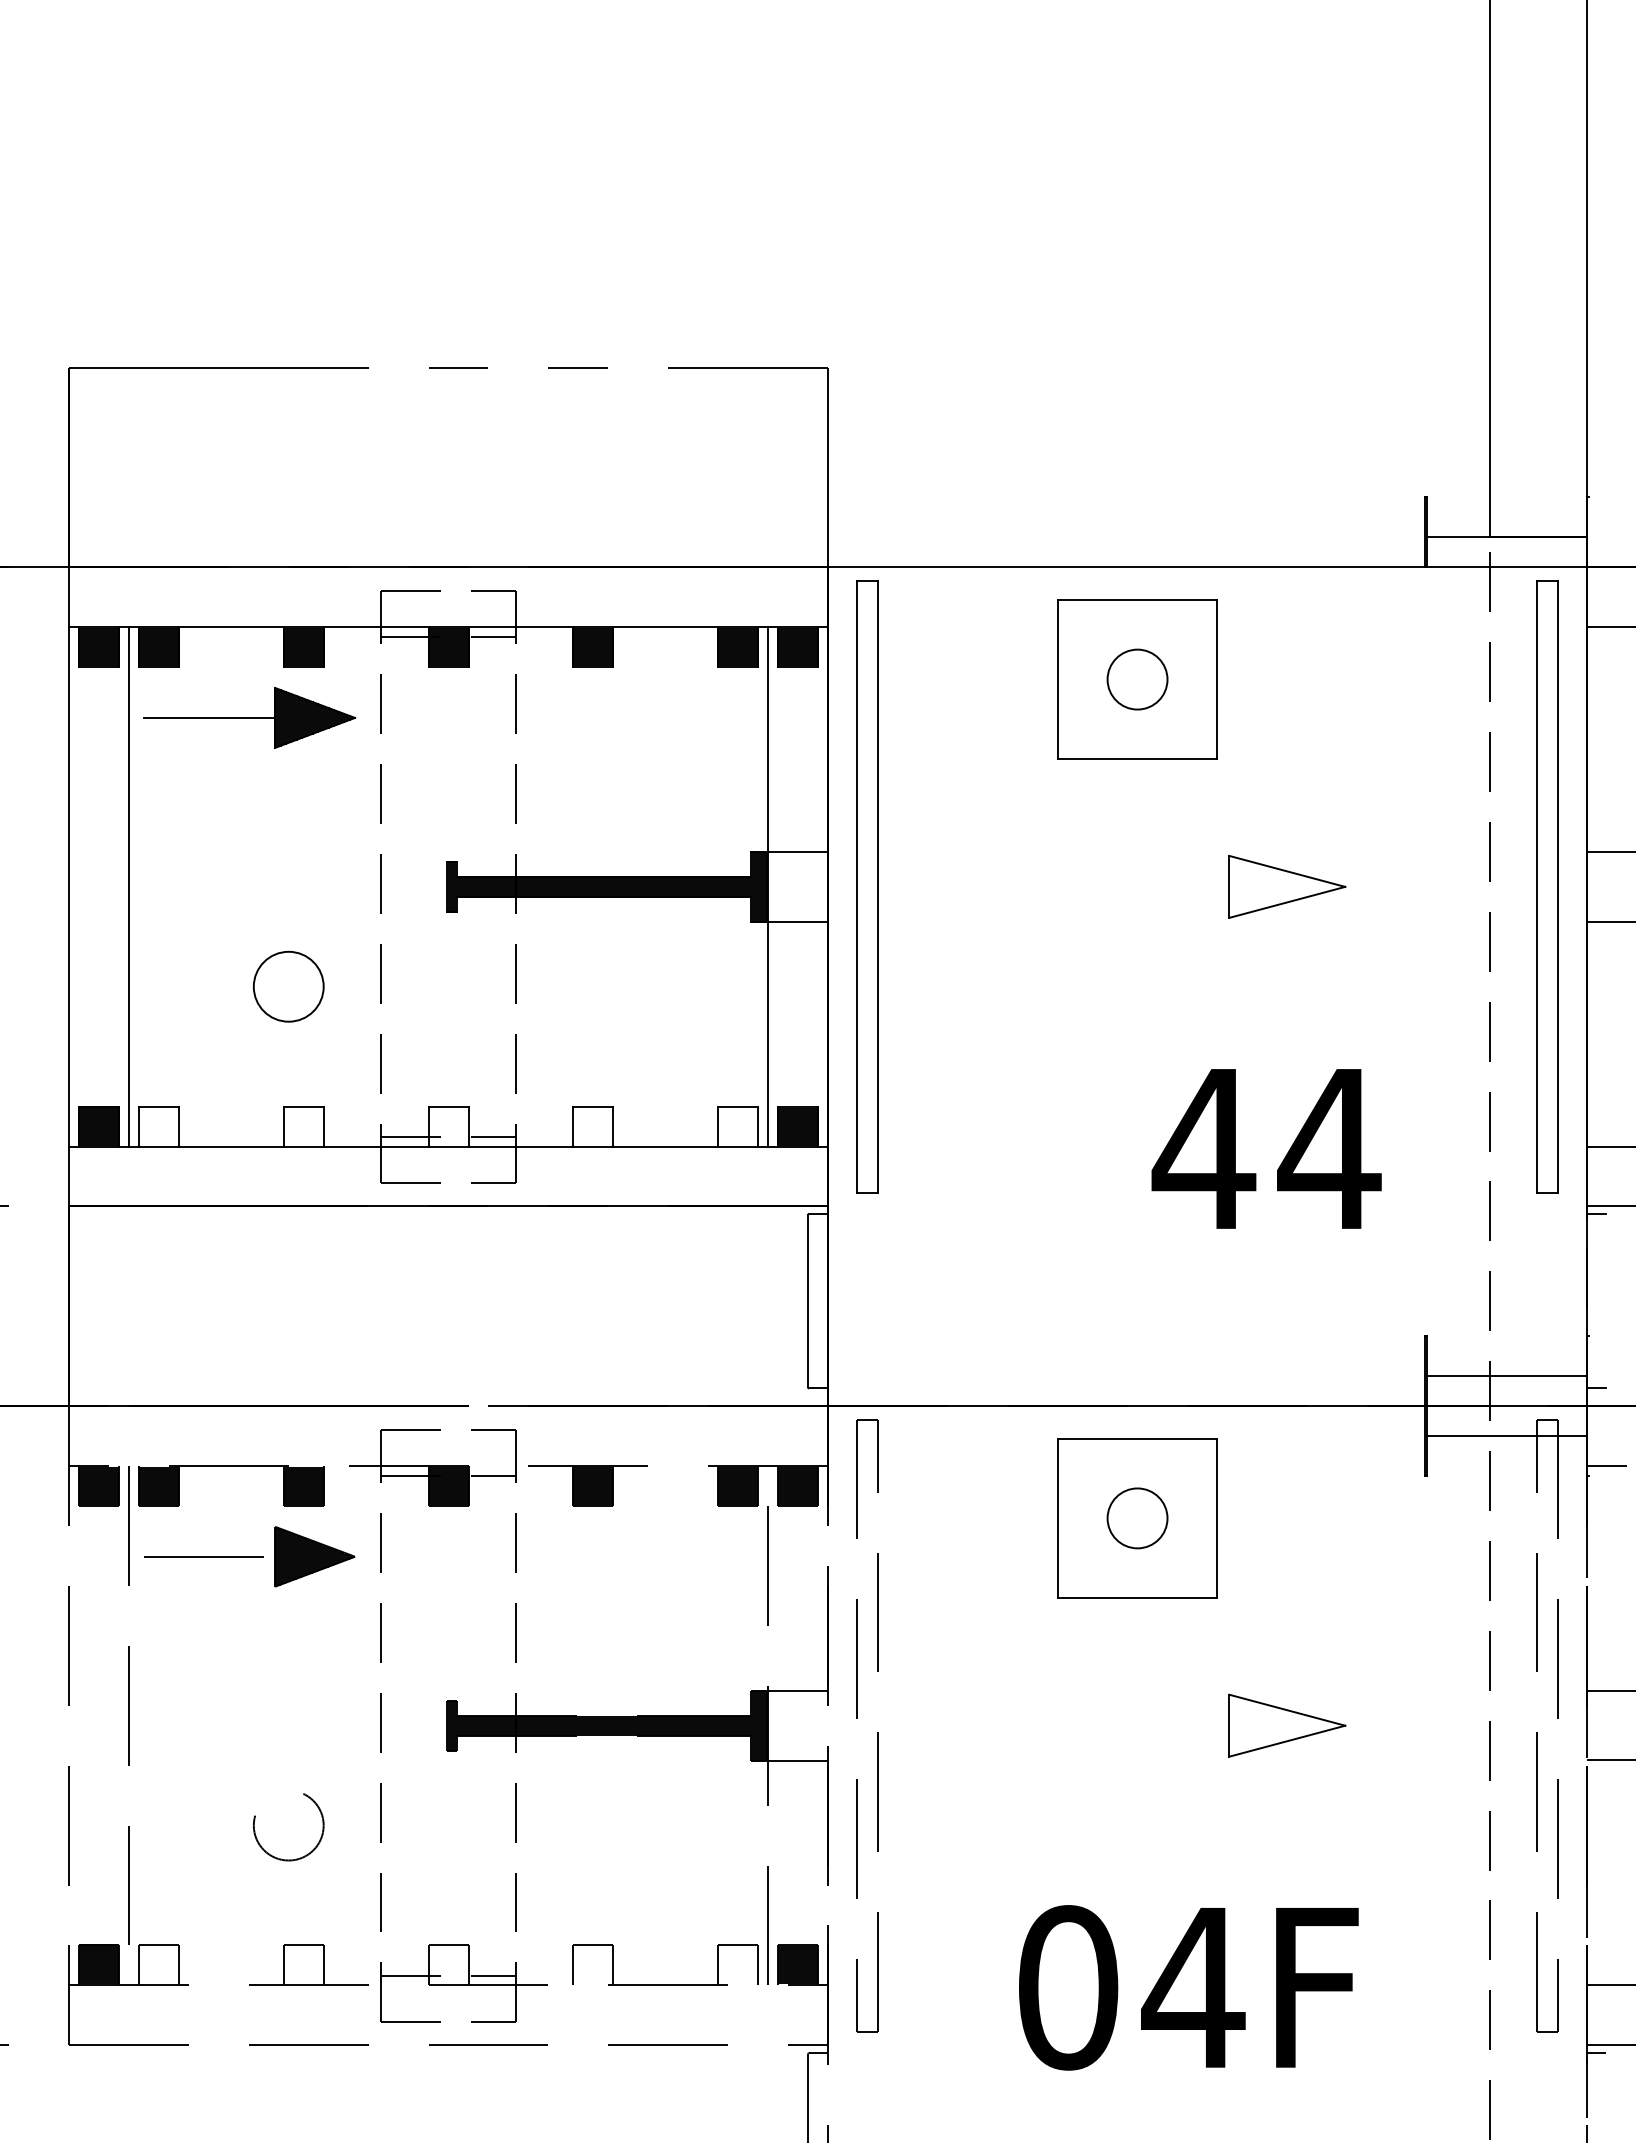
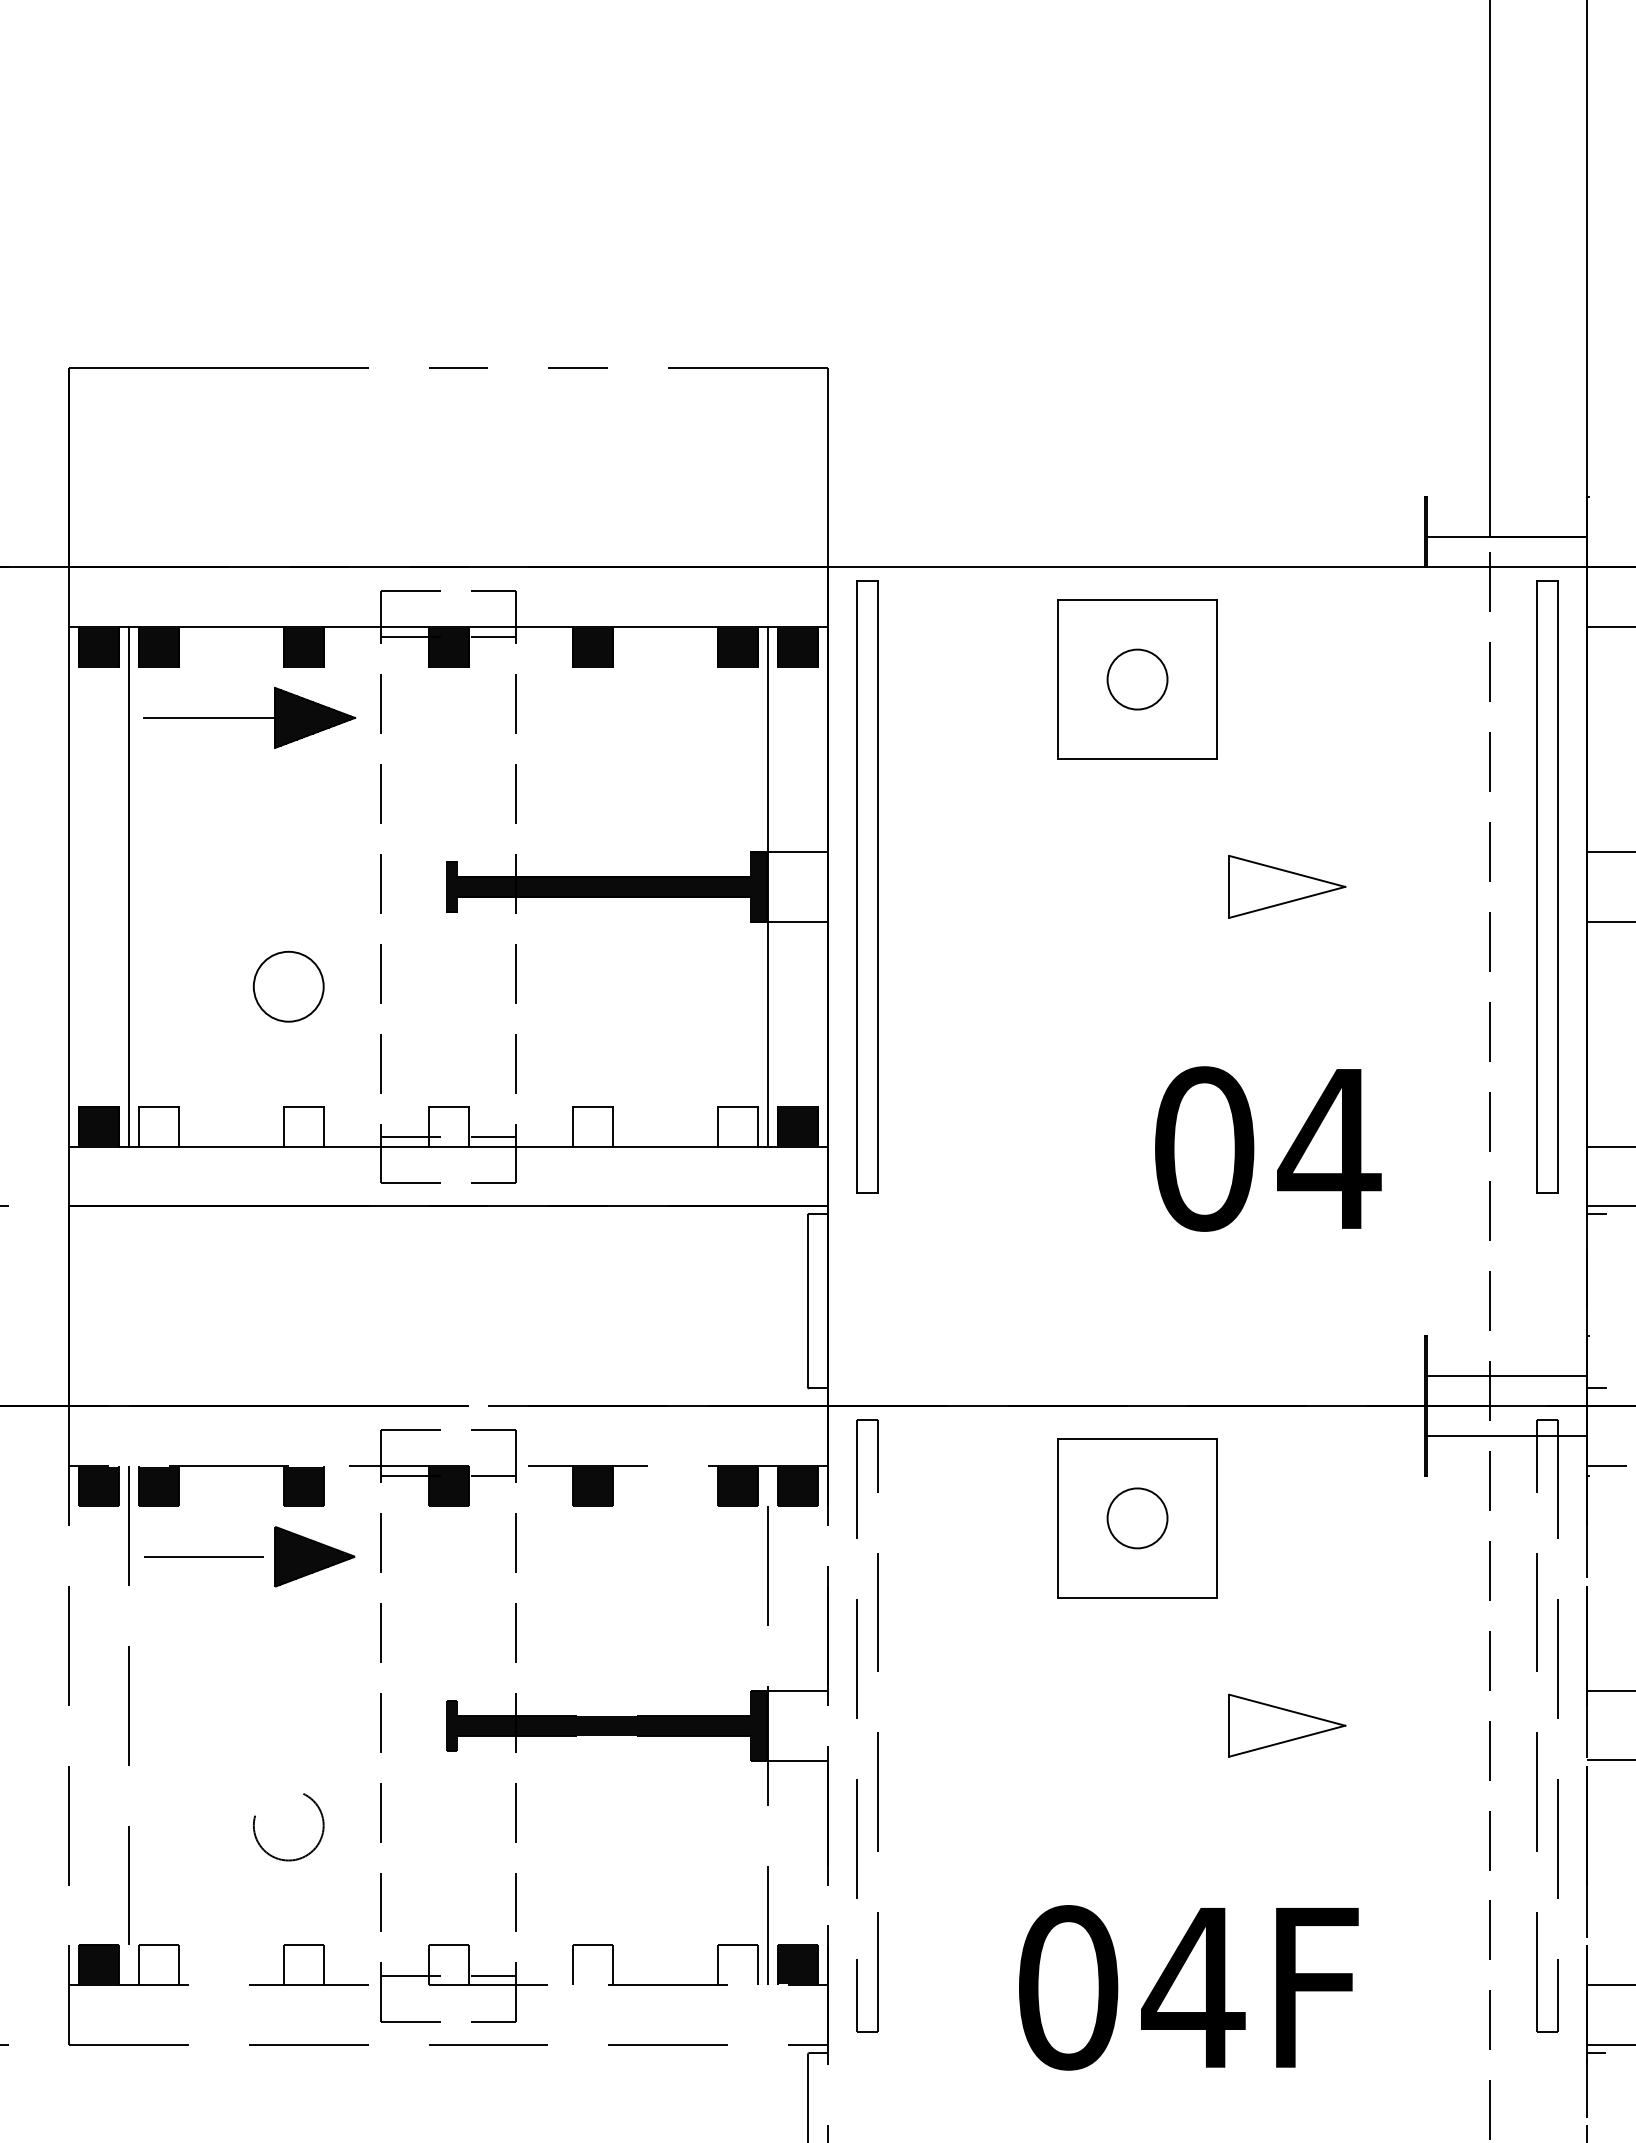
text at (1203, 1148): 44 -> 04
